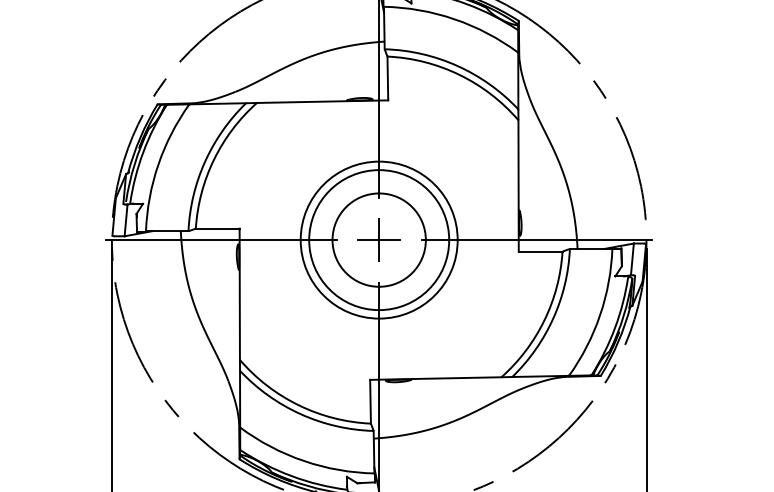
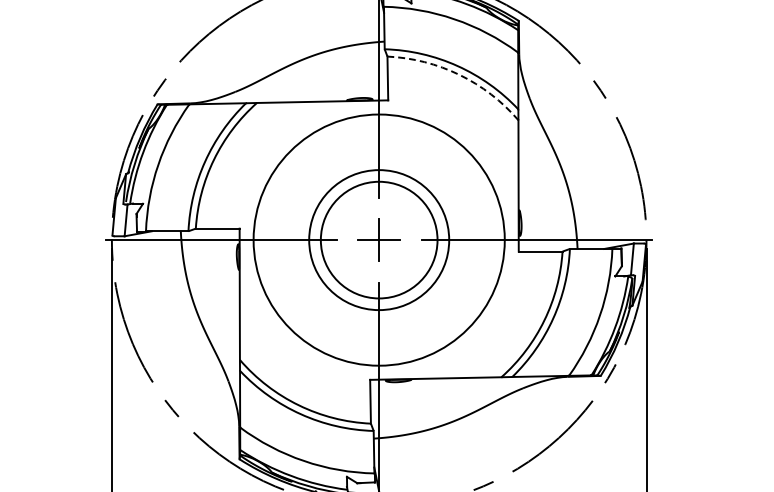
arc at (459, 74): solid -> dashed
circle at (378, 239) diameter: 157 px -> 251 px
circle at (378, 239) diameter: 93 px -> 117 px
